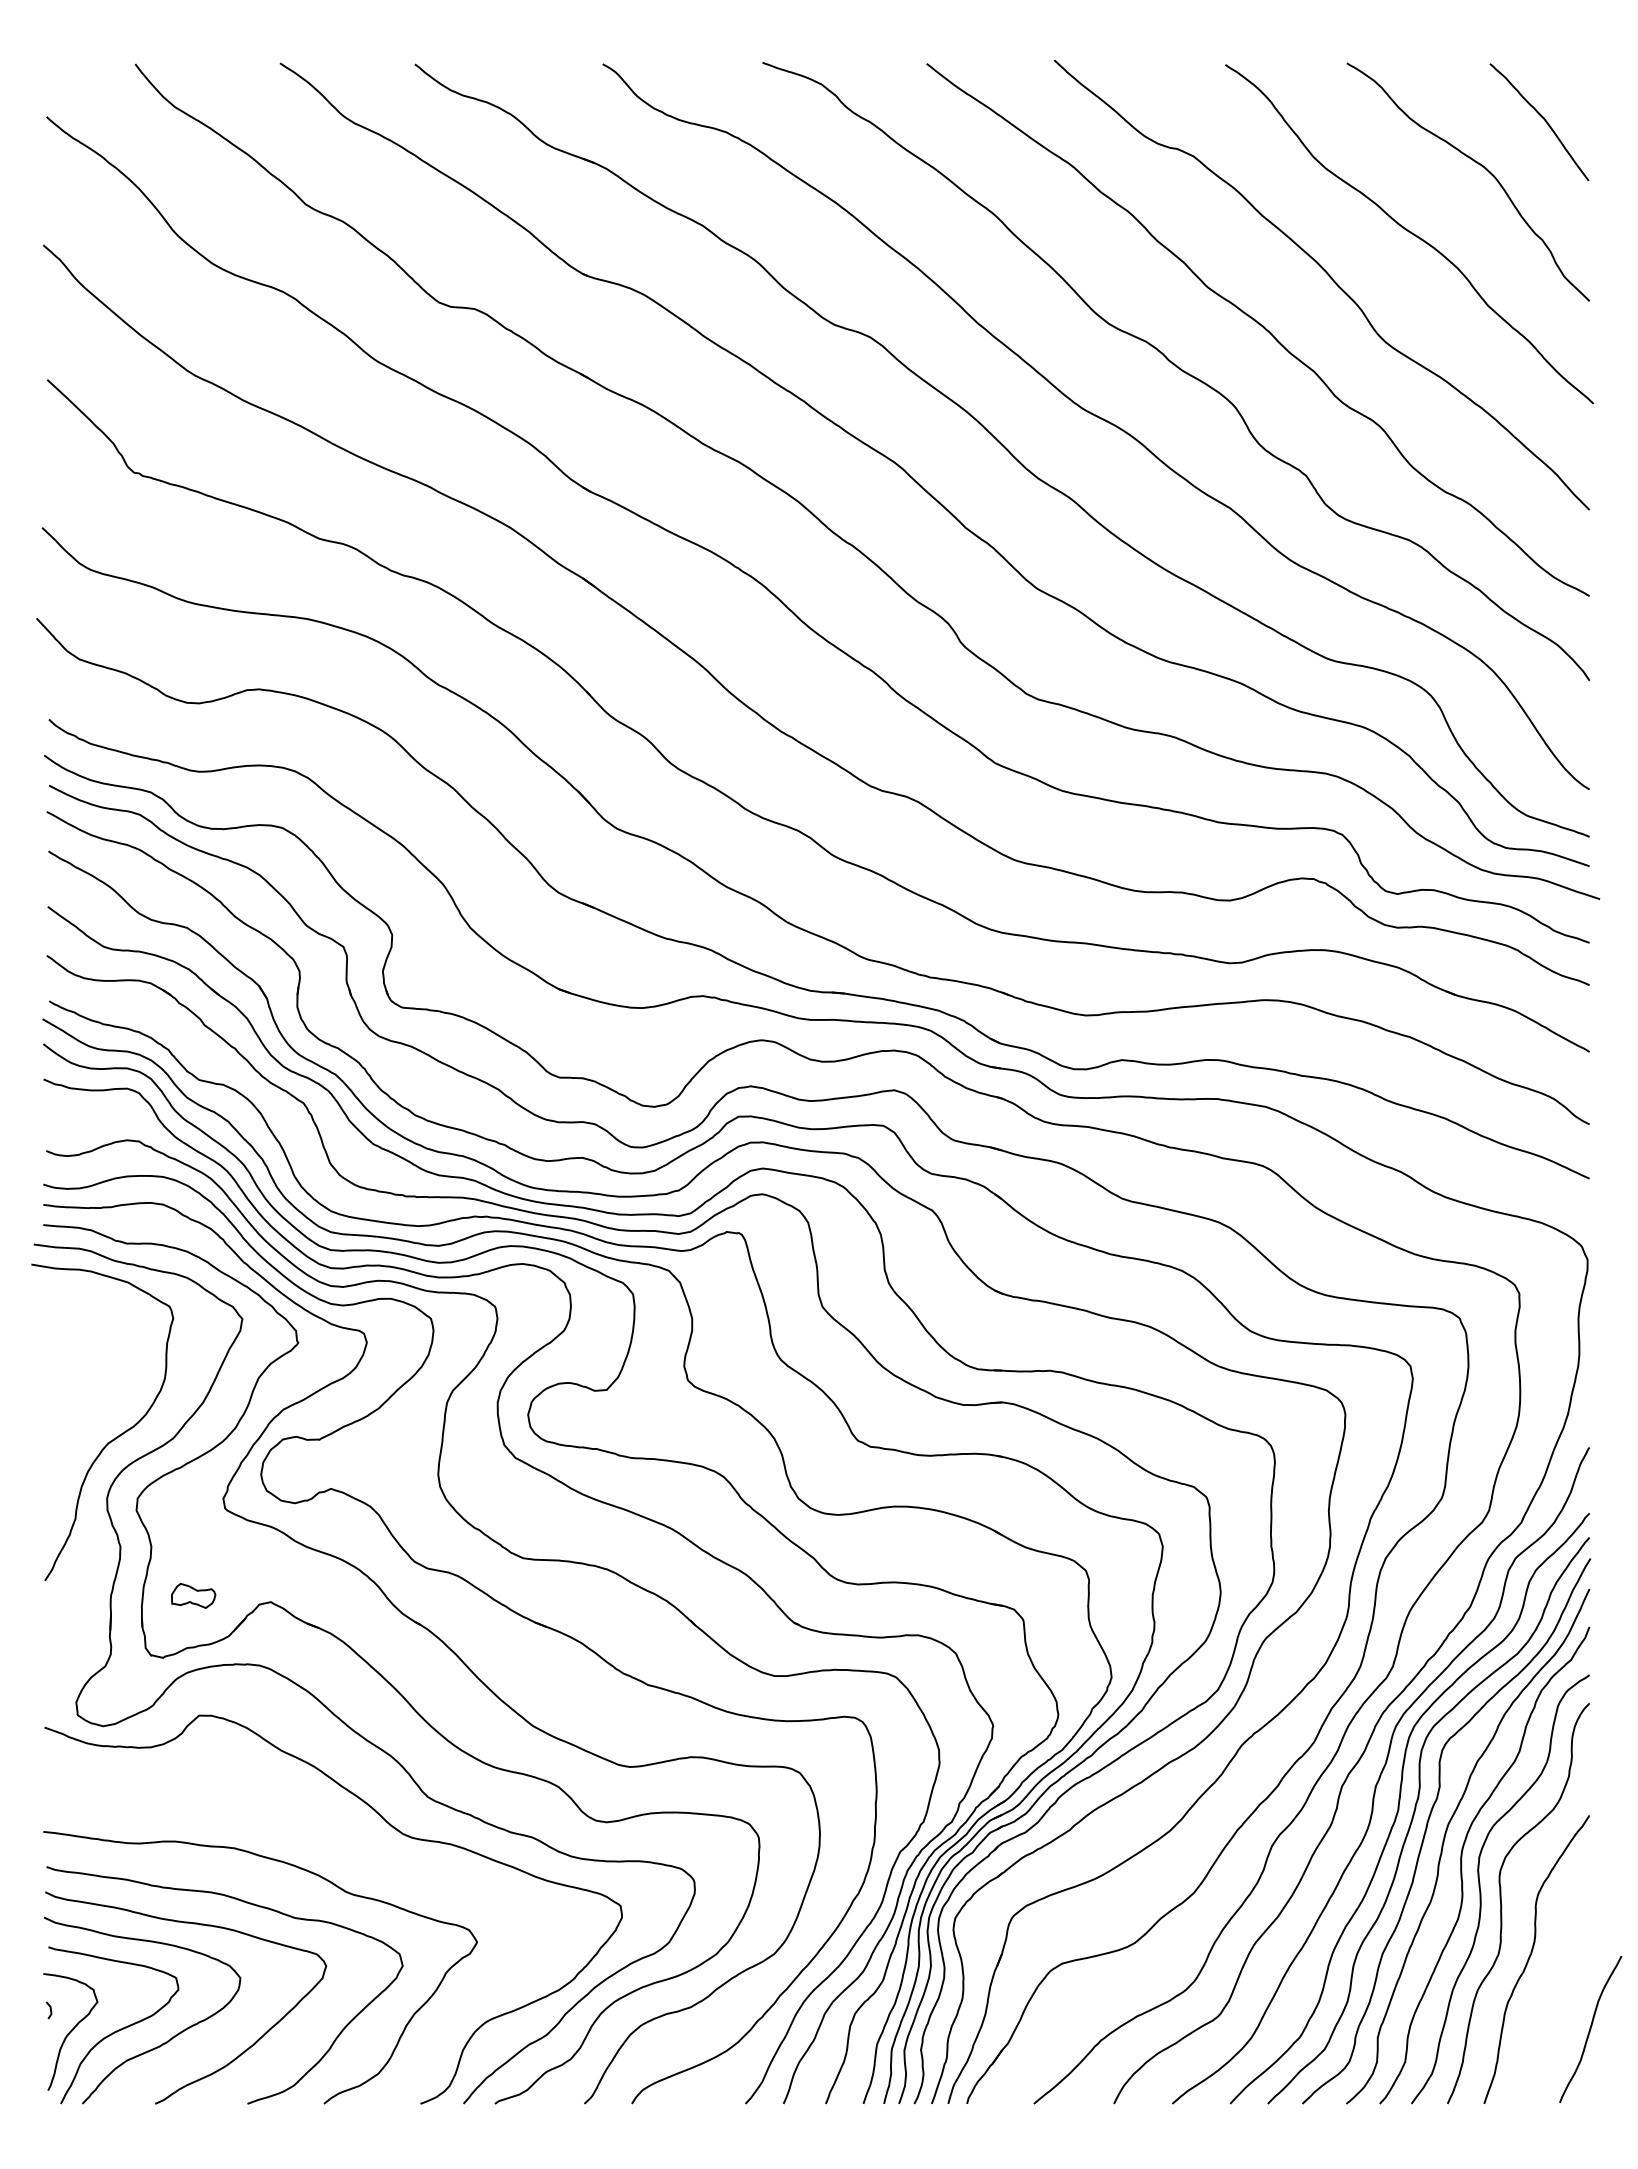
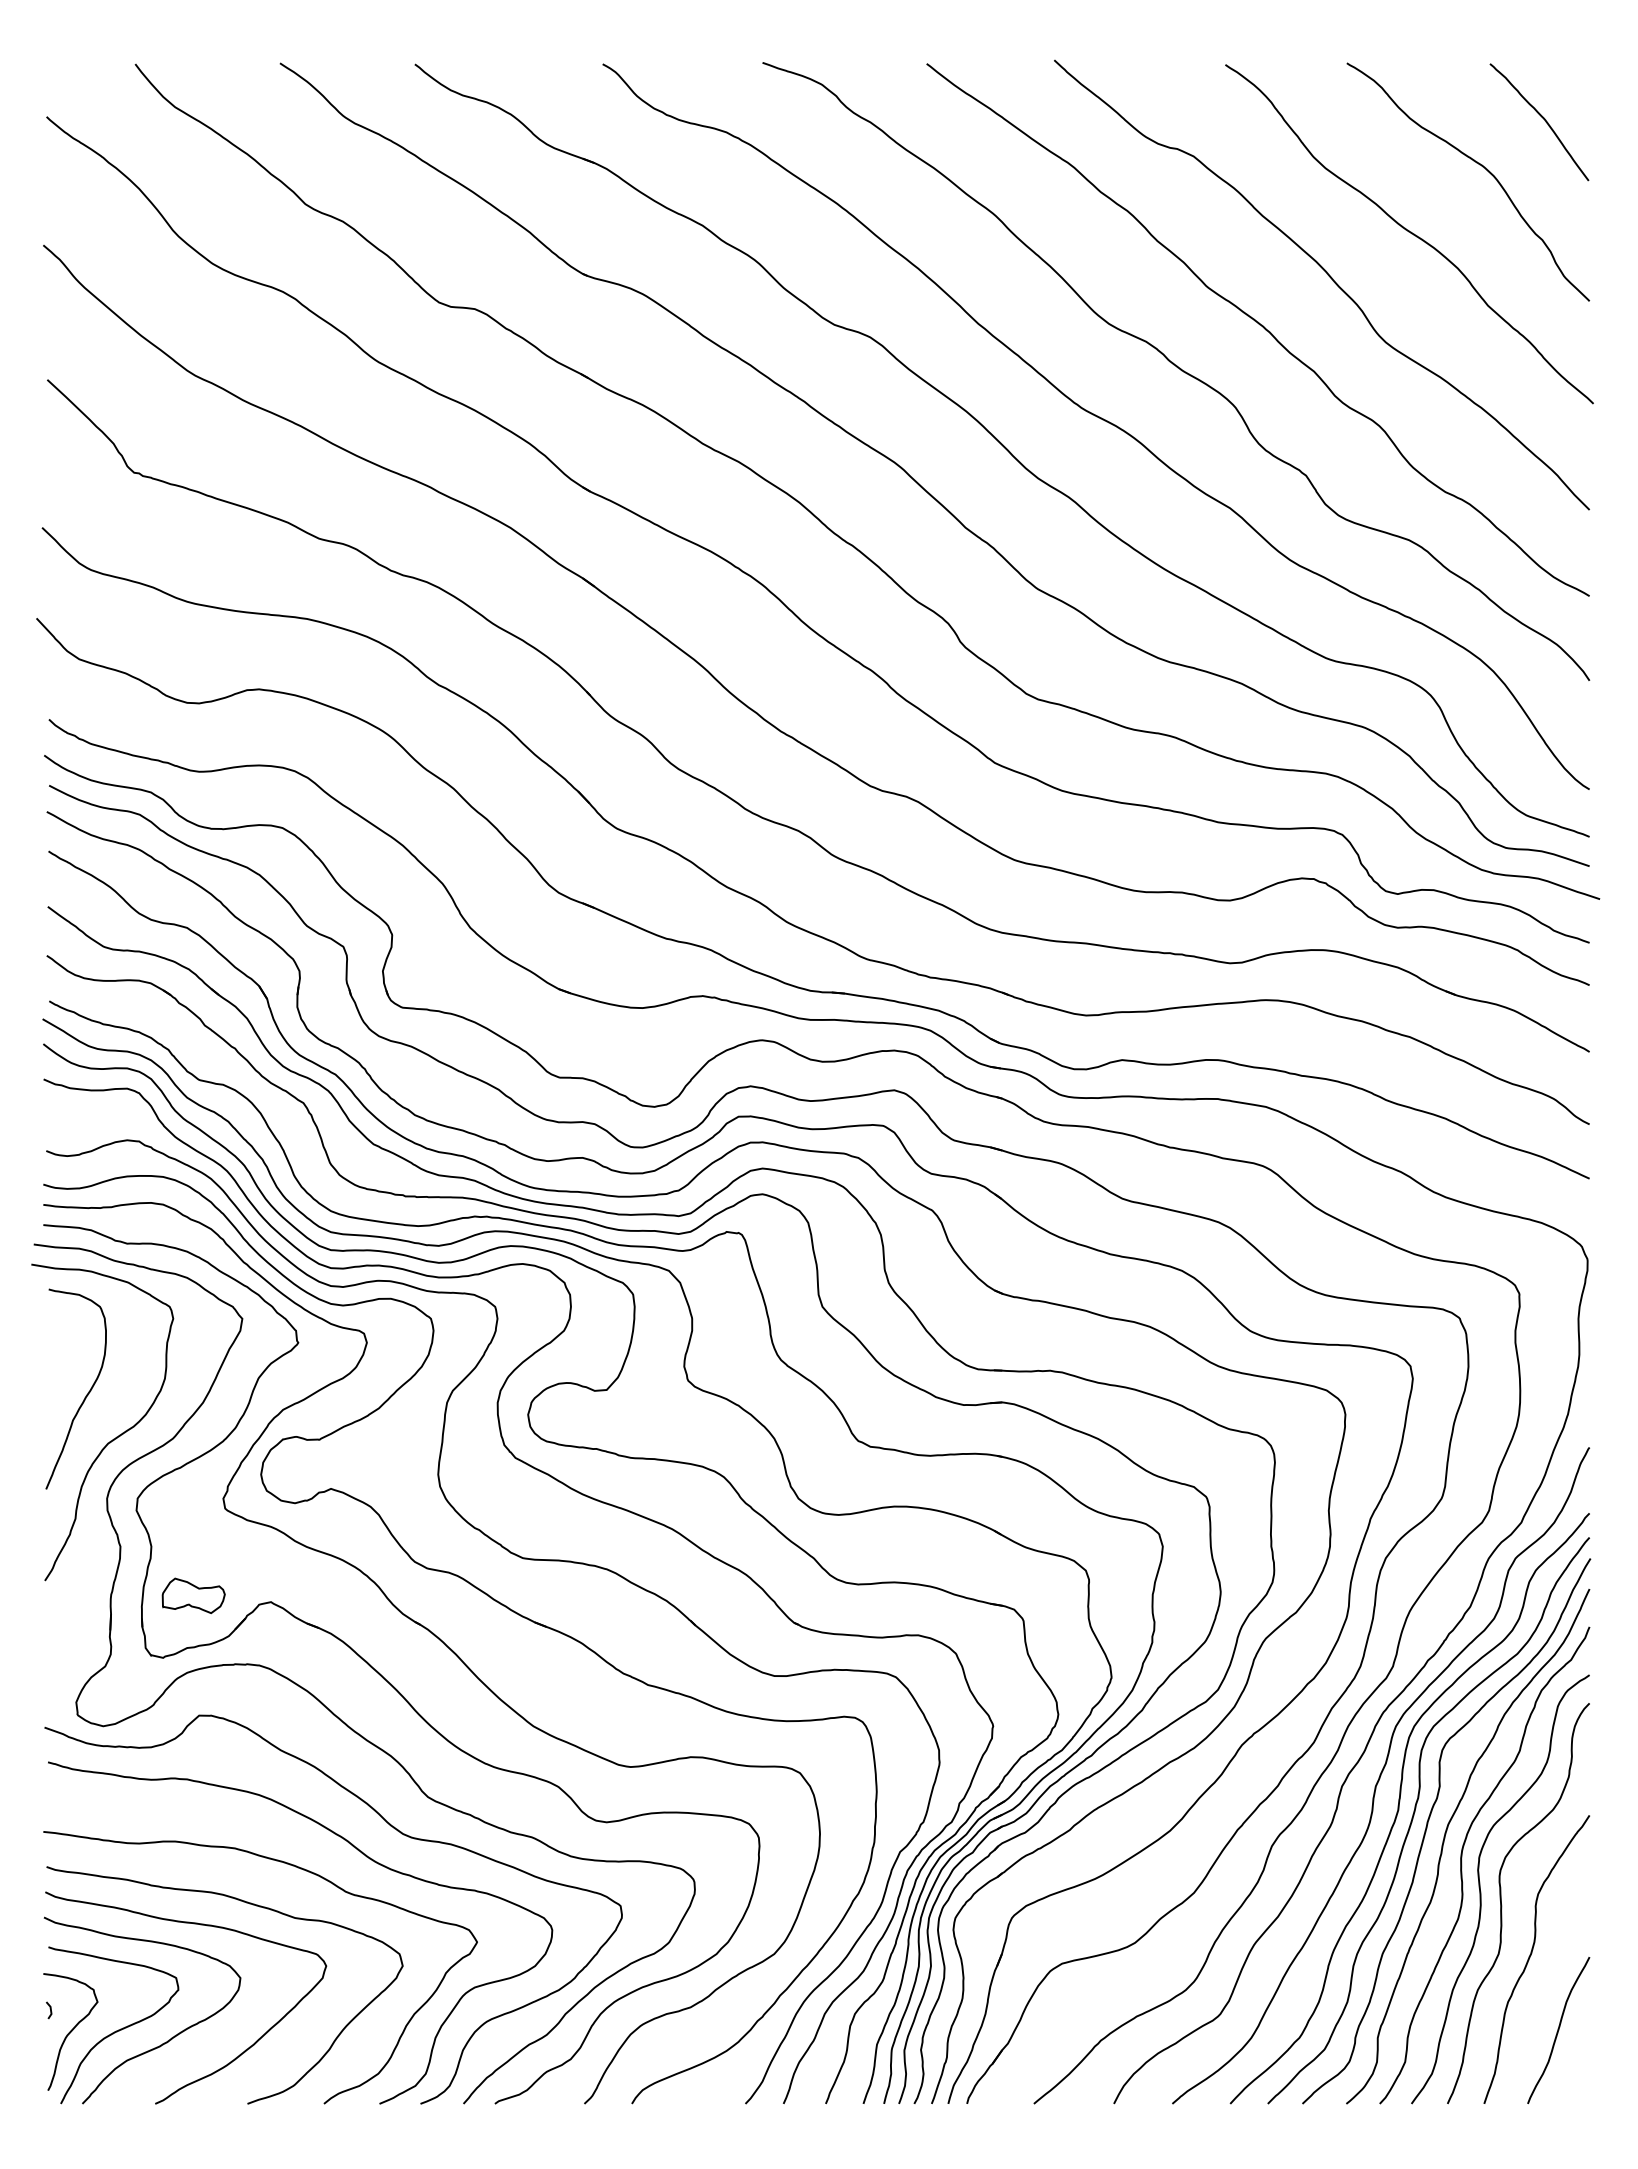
curve at (86, 1394): none -> present
part at (193, 1595) size: 46x26 px -> 65x38 px
curve at (362, 1854): none -> present
curve at (1590, 2029) position: (1590, 2029) -> (1558, 2030)
